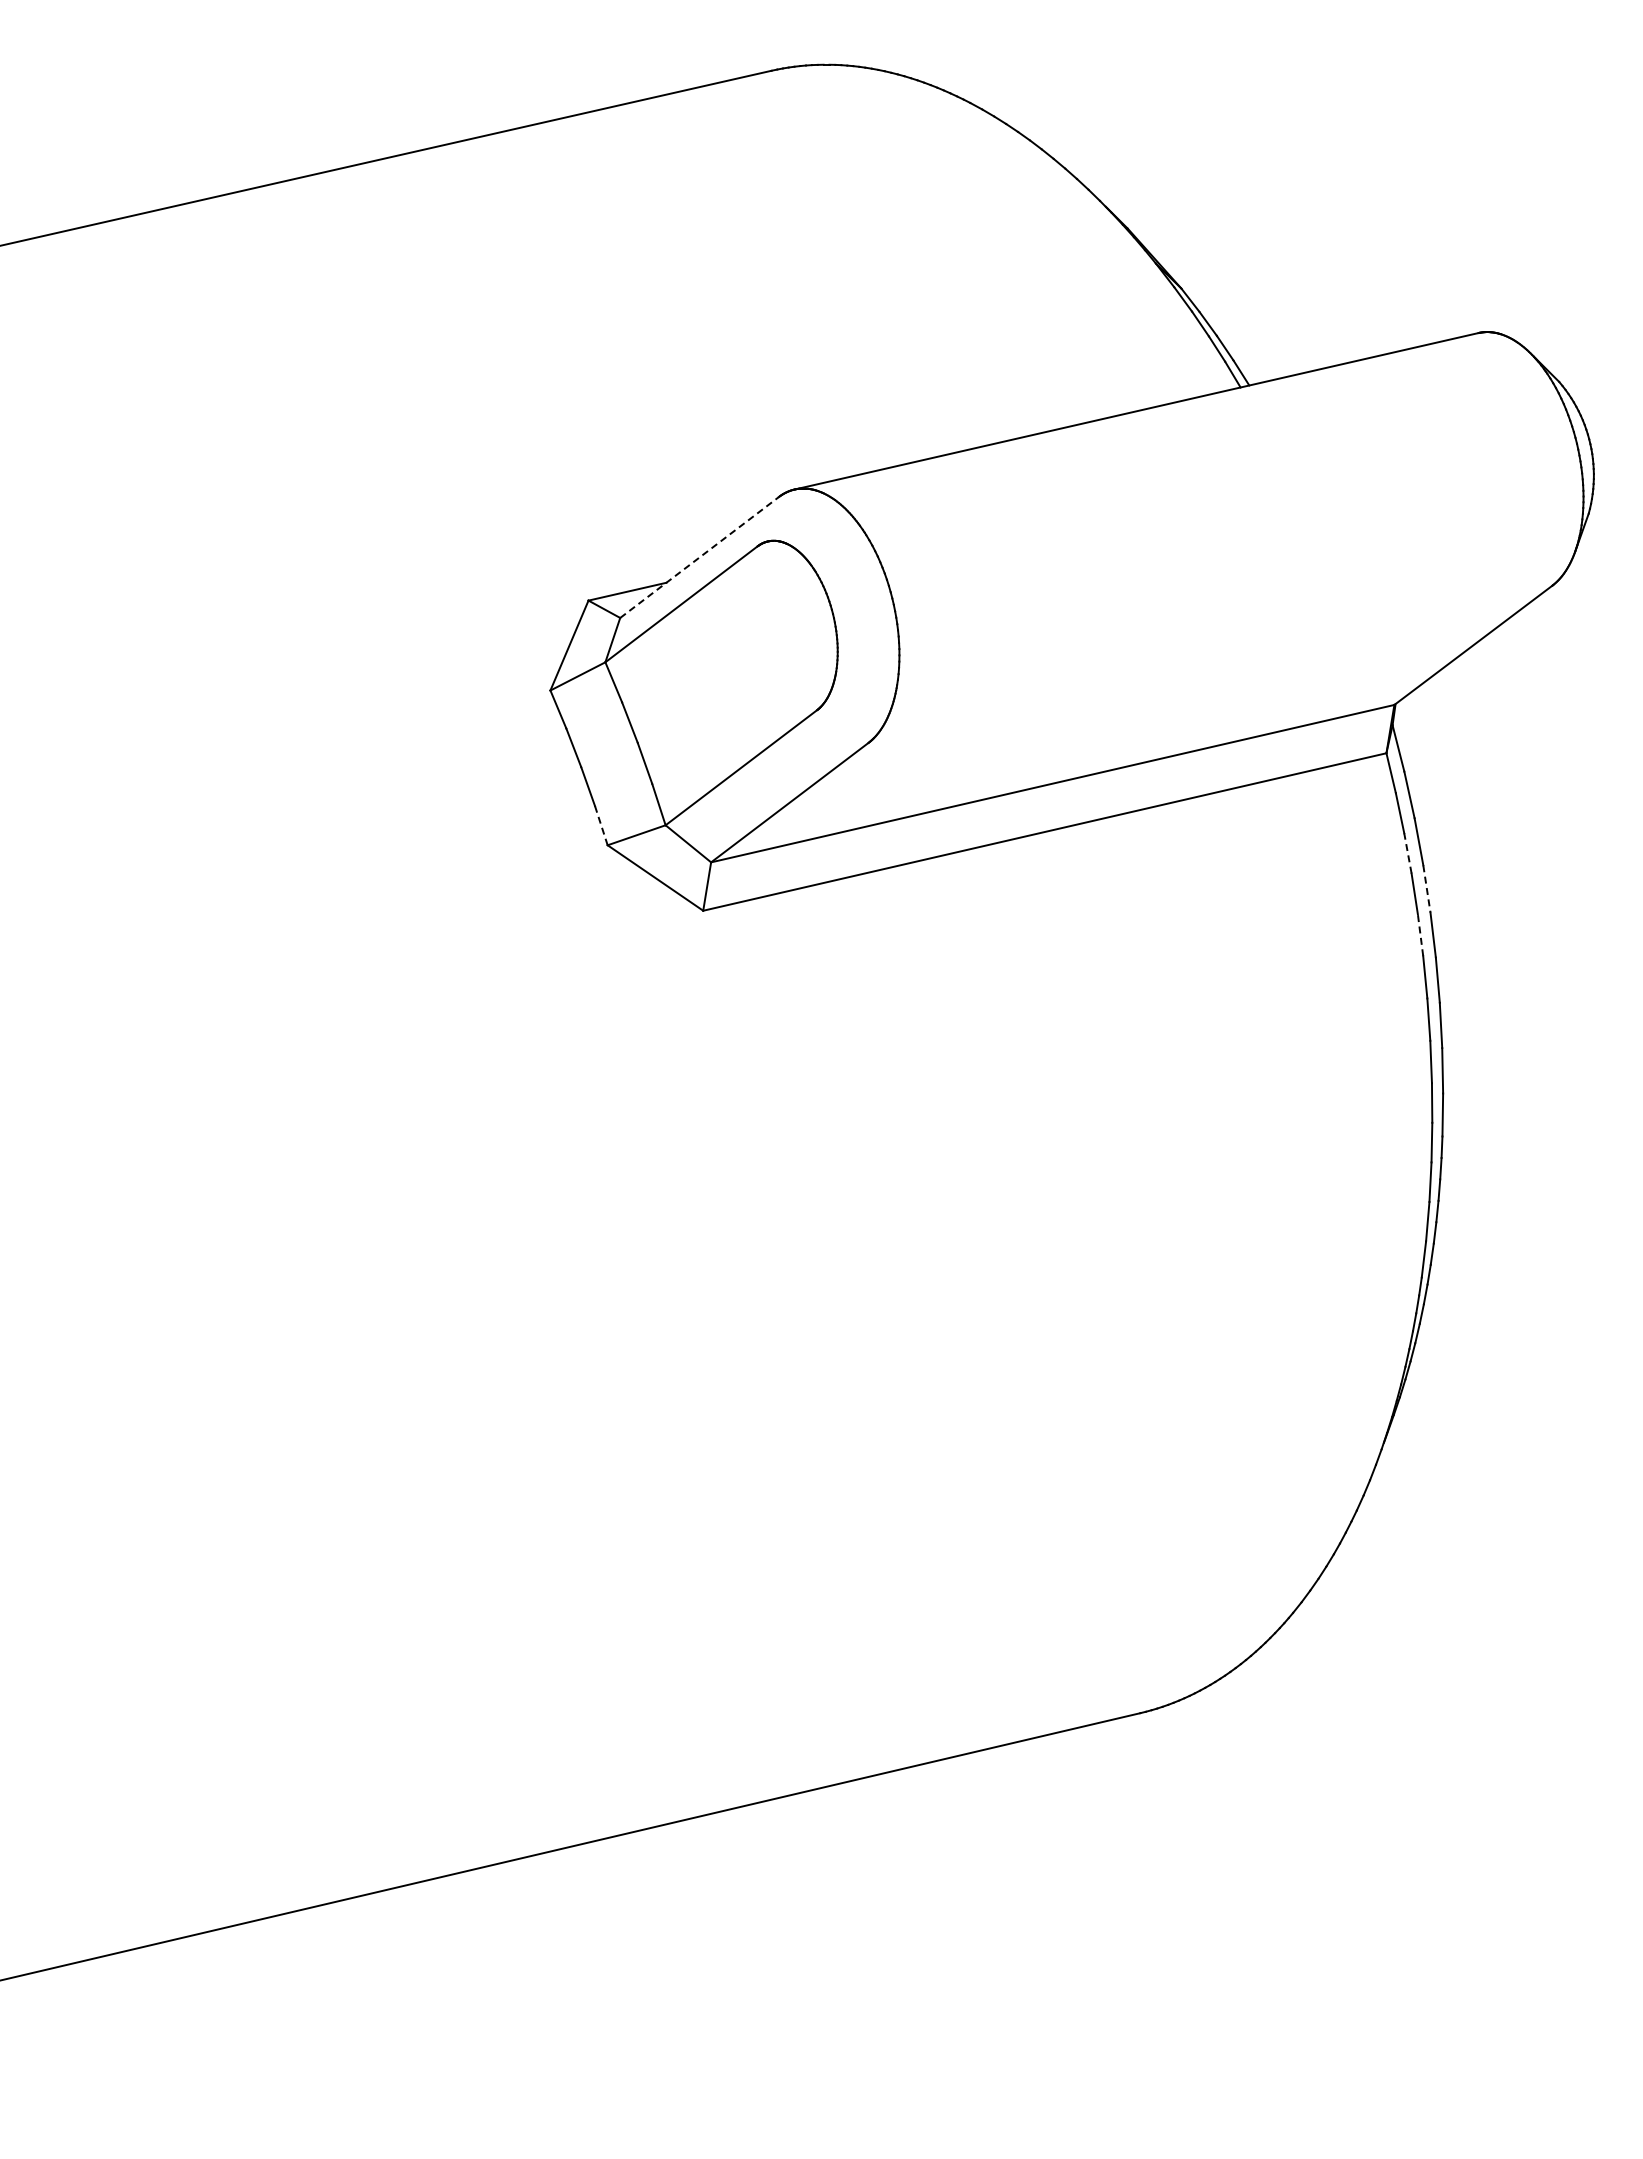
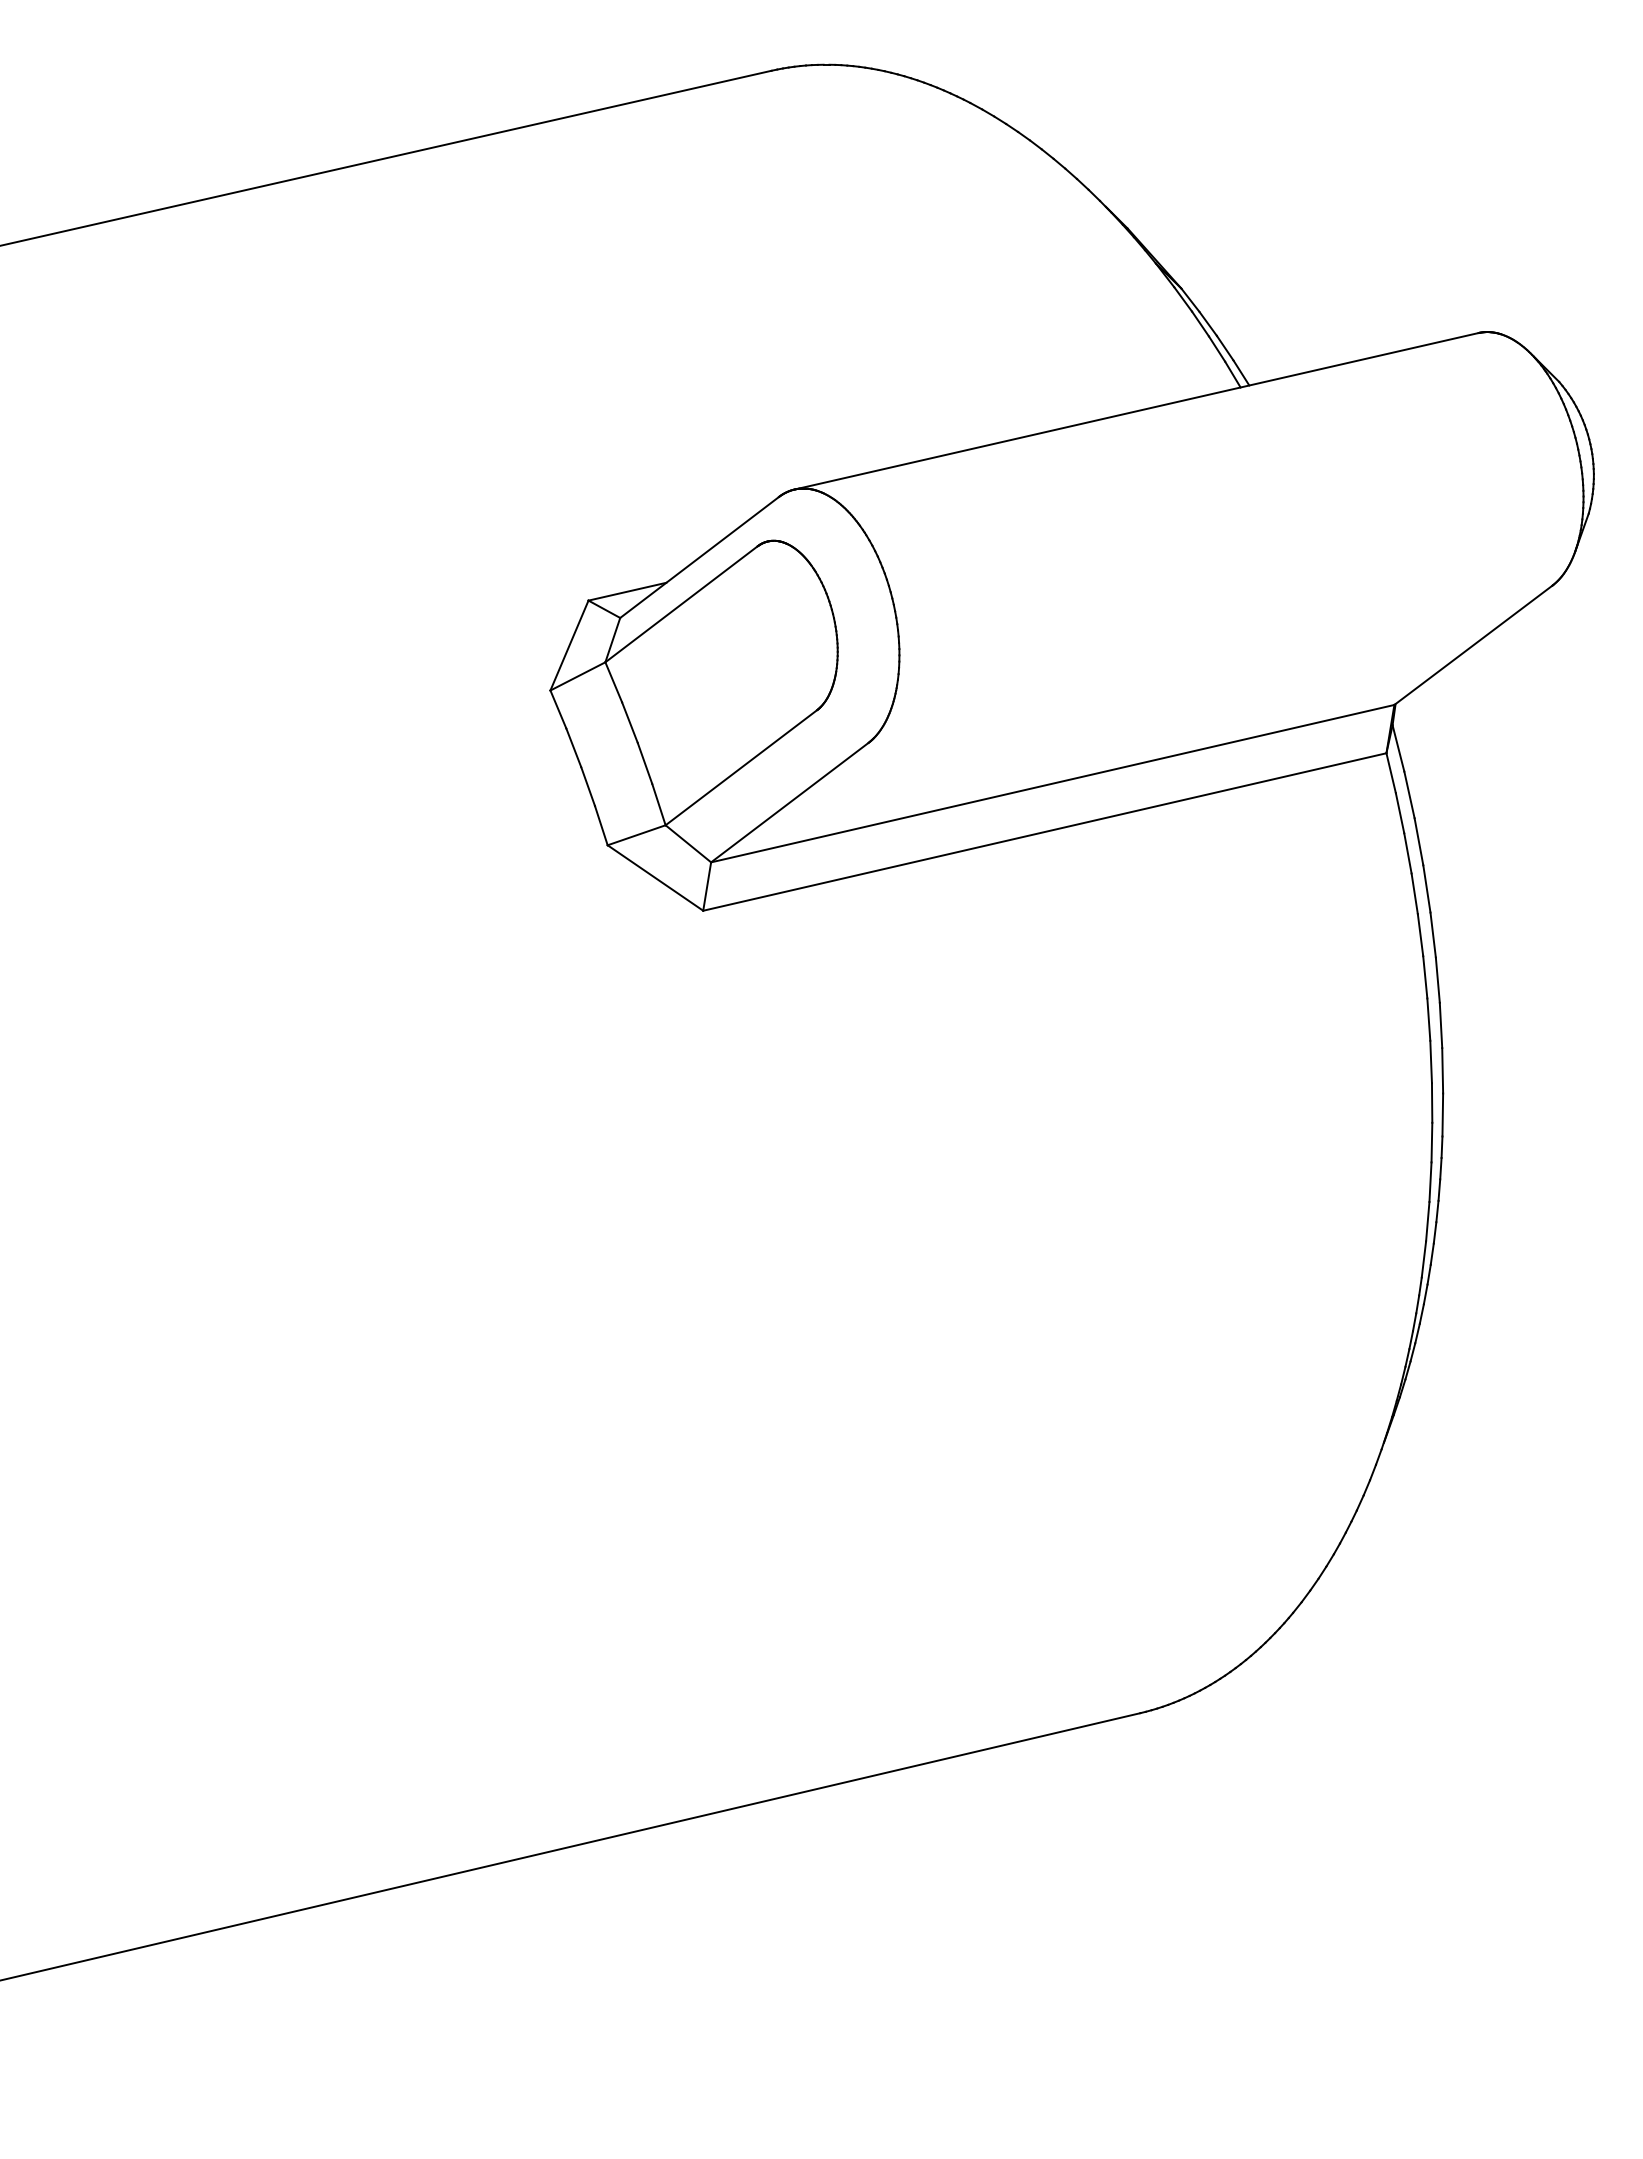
line at (699, 557): dashed -> solid
line at (601, 825): dashed -> solid
line at (1407, 852): dashed -> solid
line at (1426, 888): dashed -> solid
line at (1420, 934): dashed -> solid
